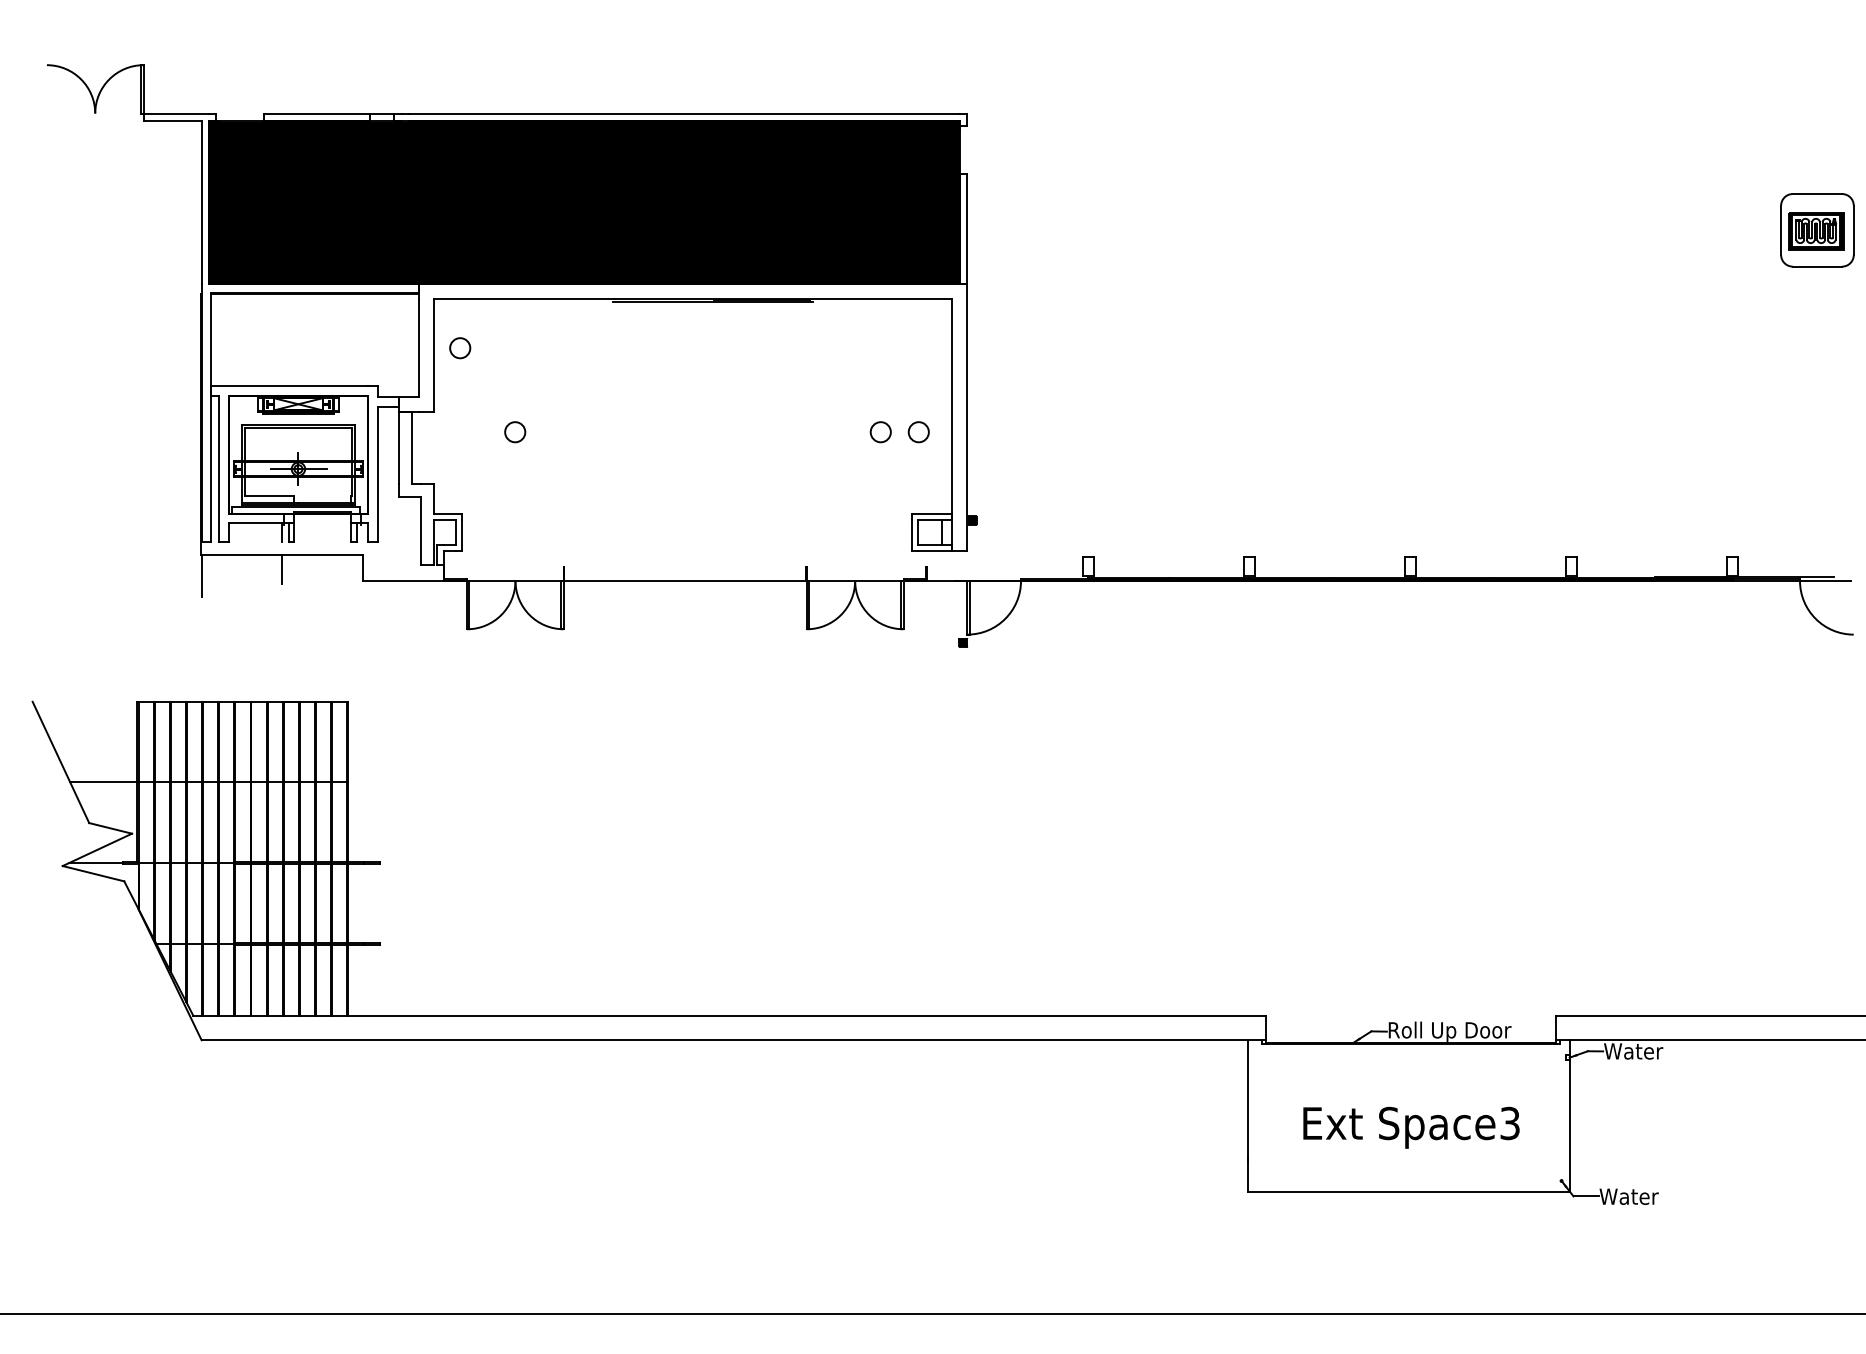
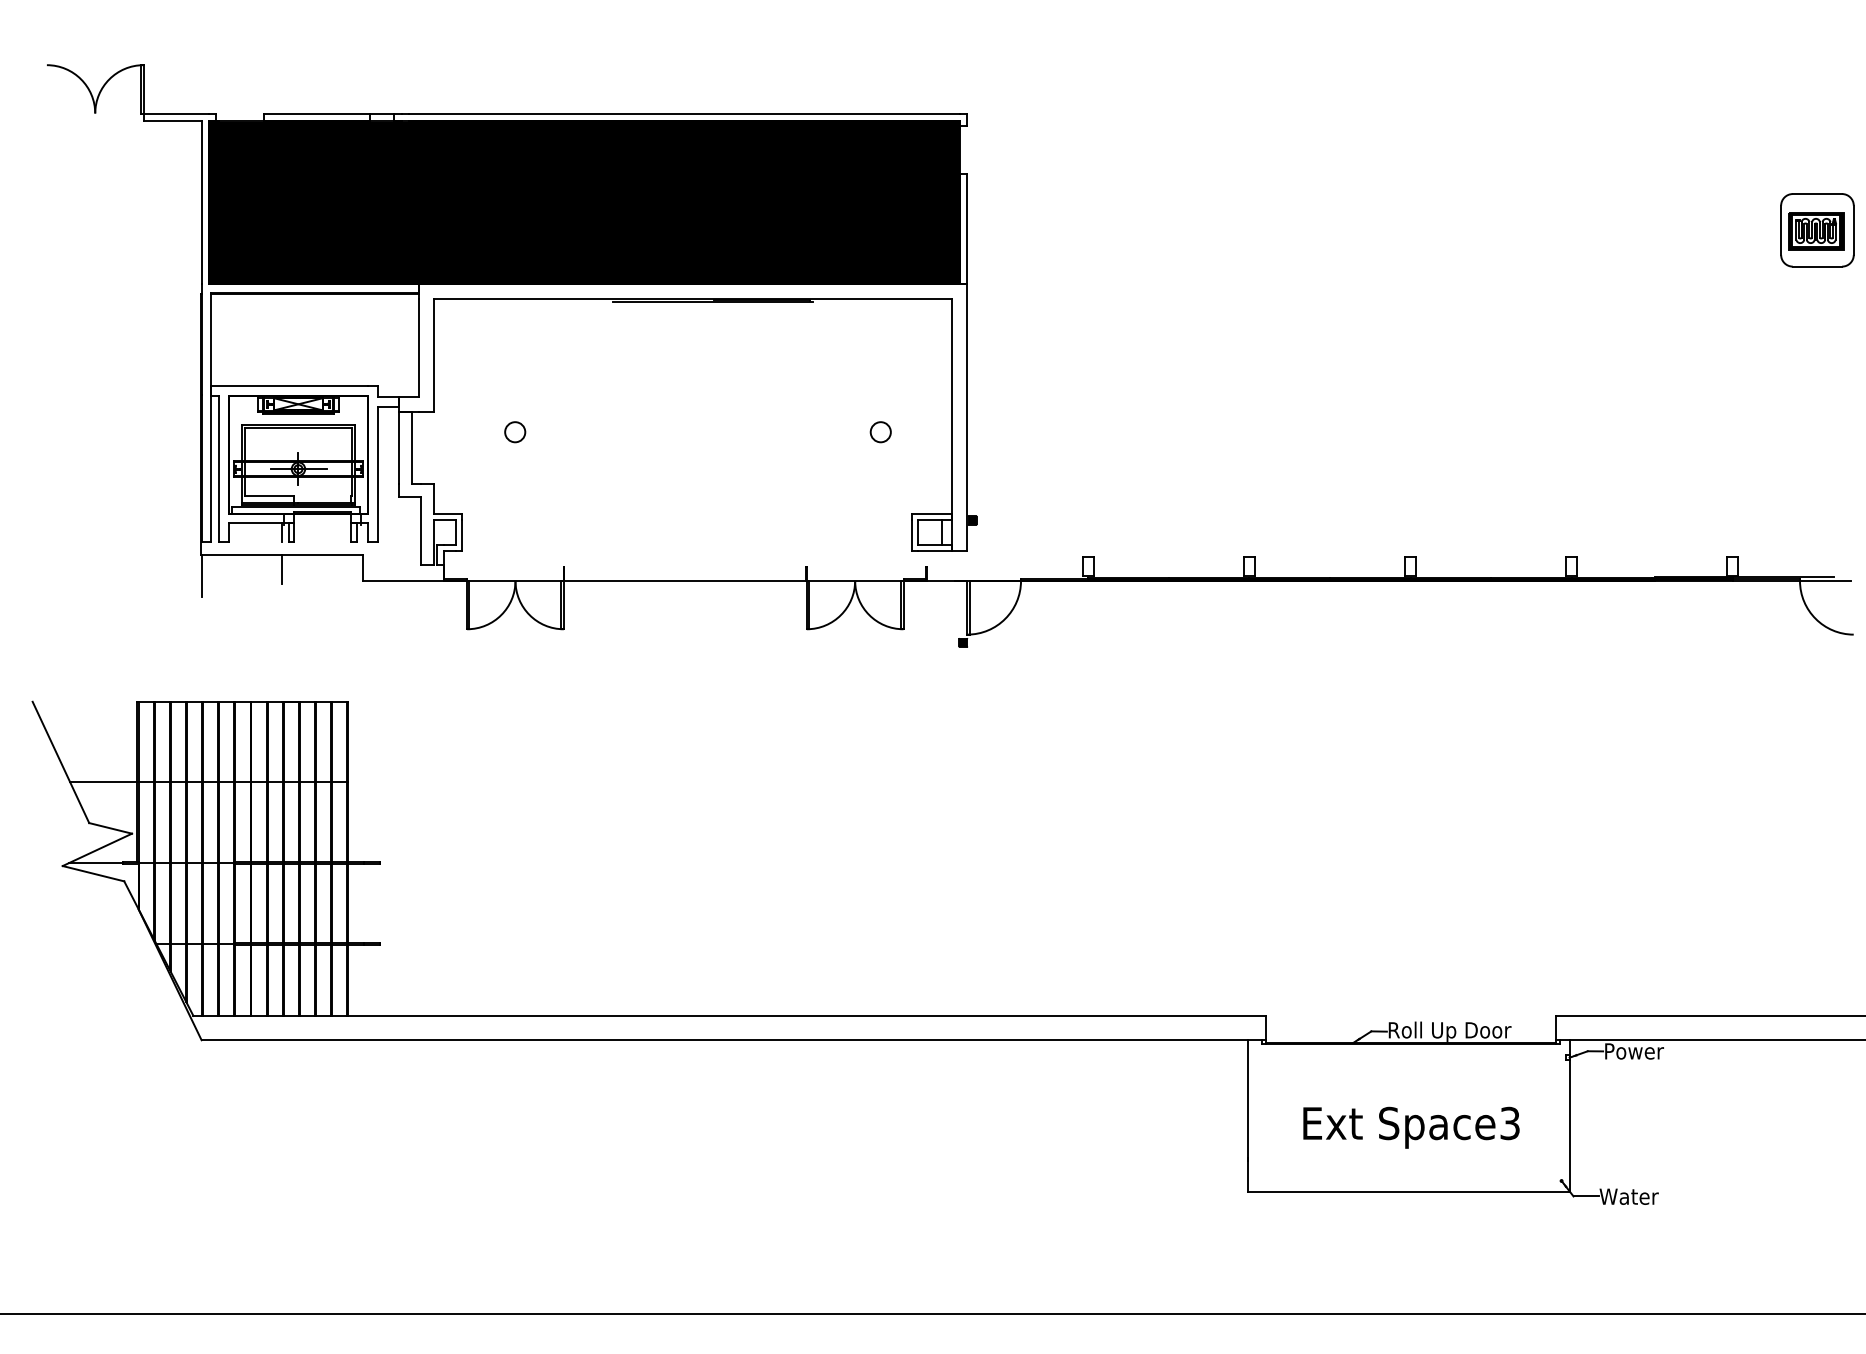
circle at (460, 348): present -> none
circle at (918, 432): present -> none
text at (1634, 1051): Water -> Power
